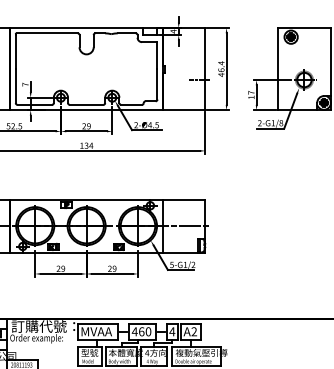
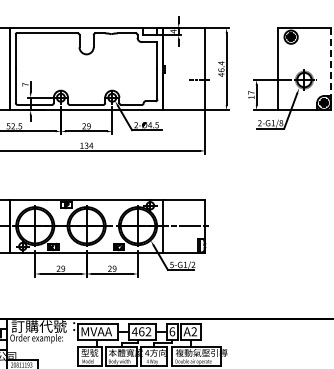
line at (331, 62): solid -> dashed
text at (148, 331): 460 -> 462
text at (172, 331): 4 -> 6
